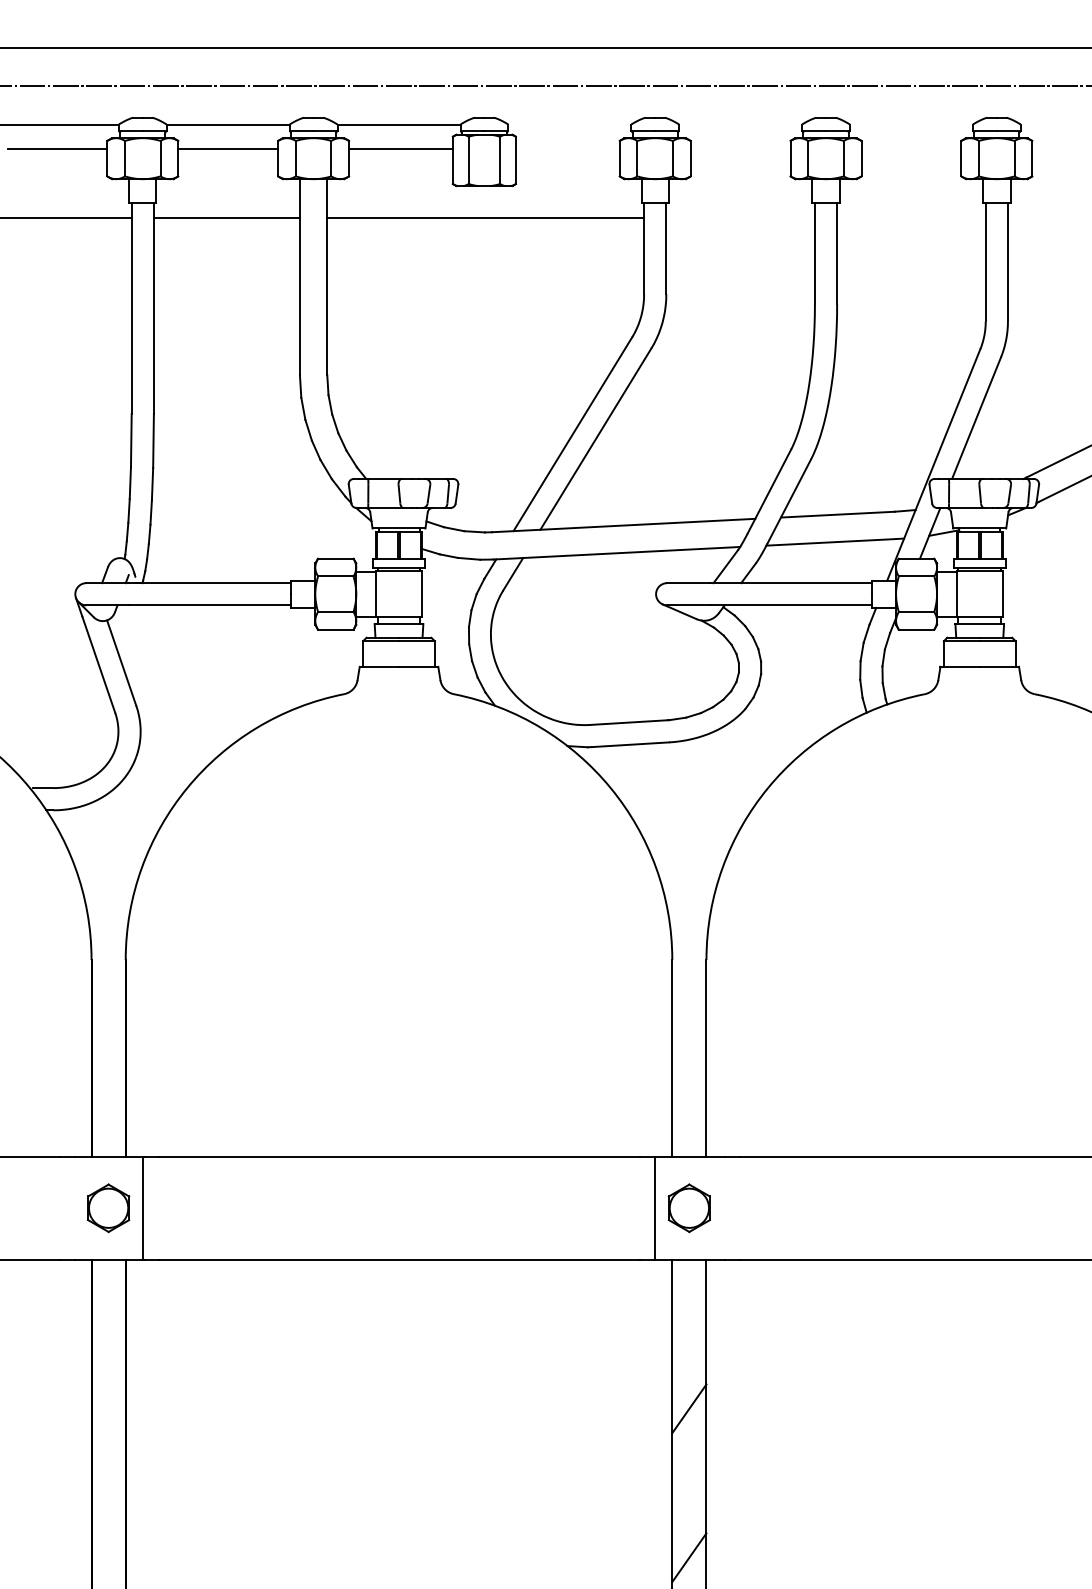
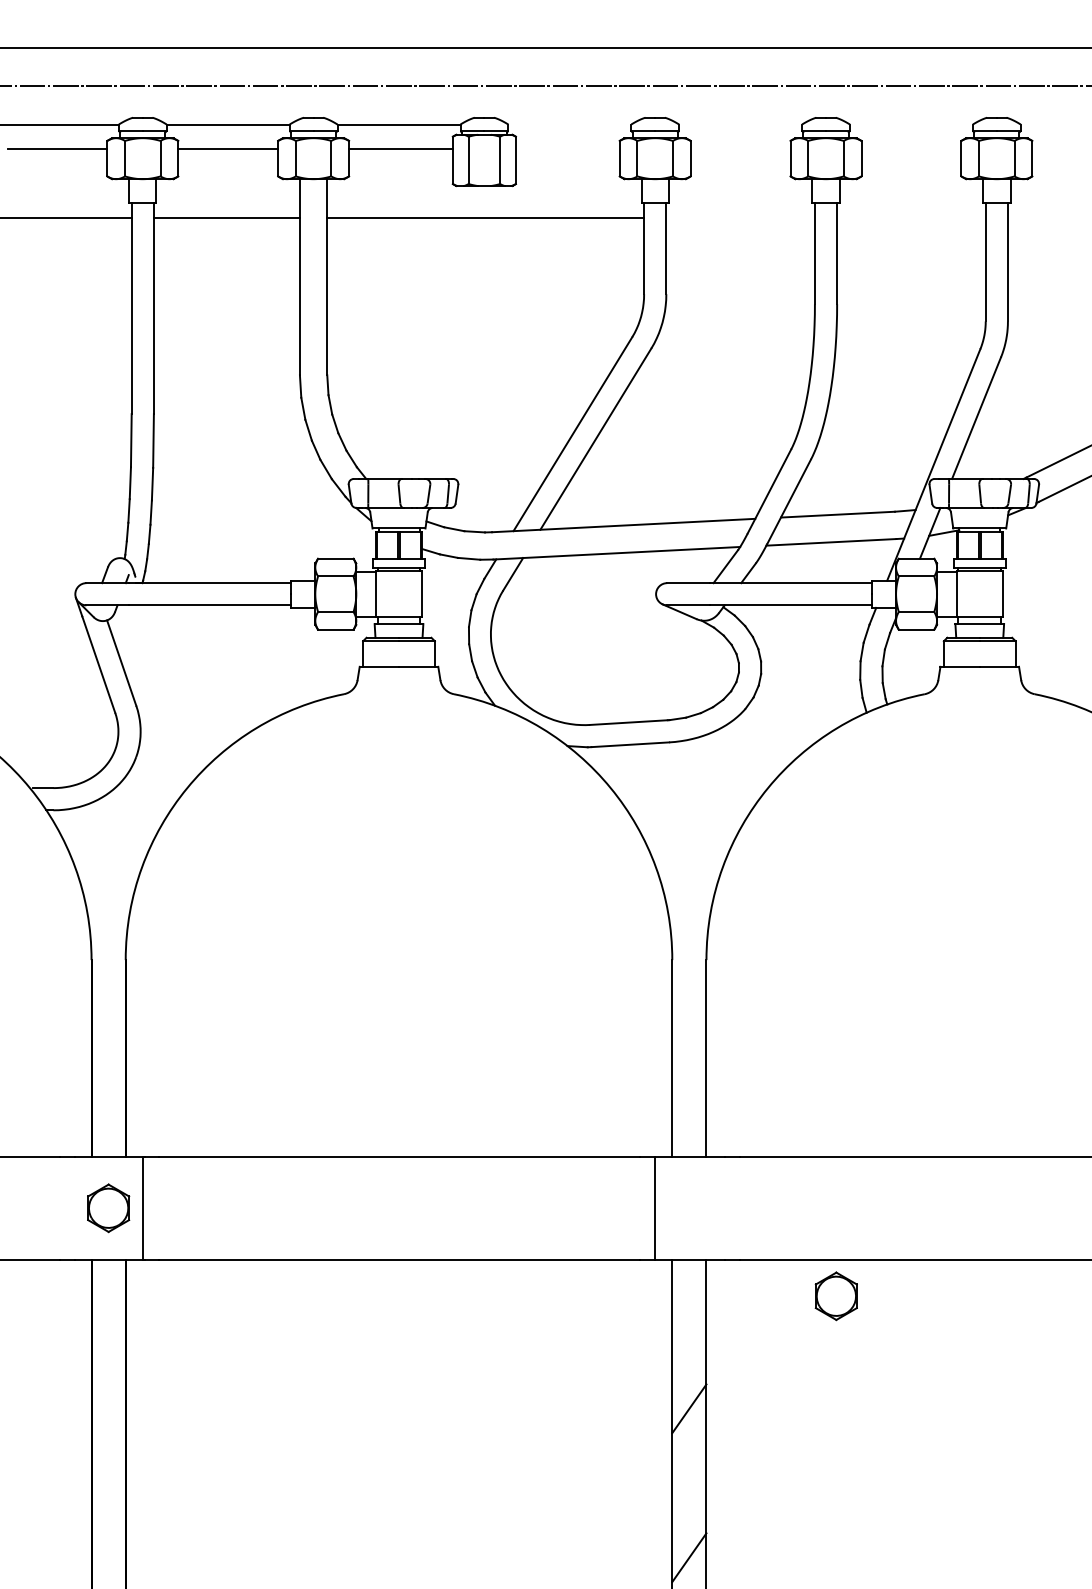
part at (688, 1208) position: (688, 1208) -> (835, 1296)
